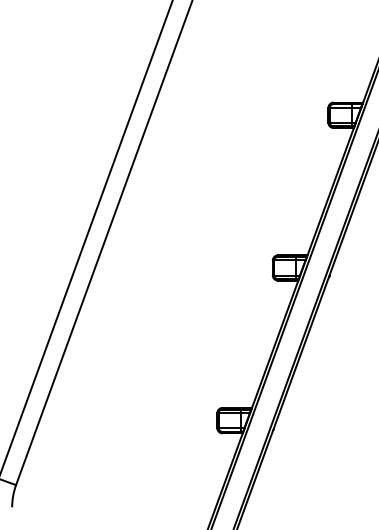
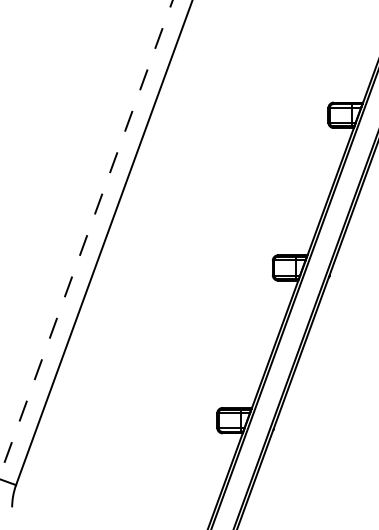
line at (86, 237): solid -> dashed
